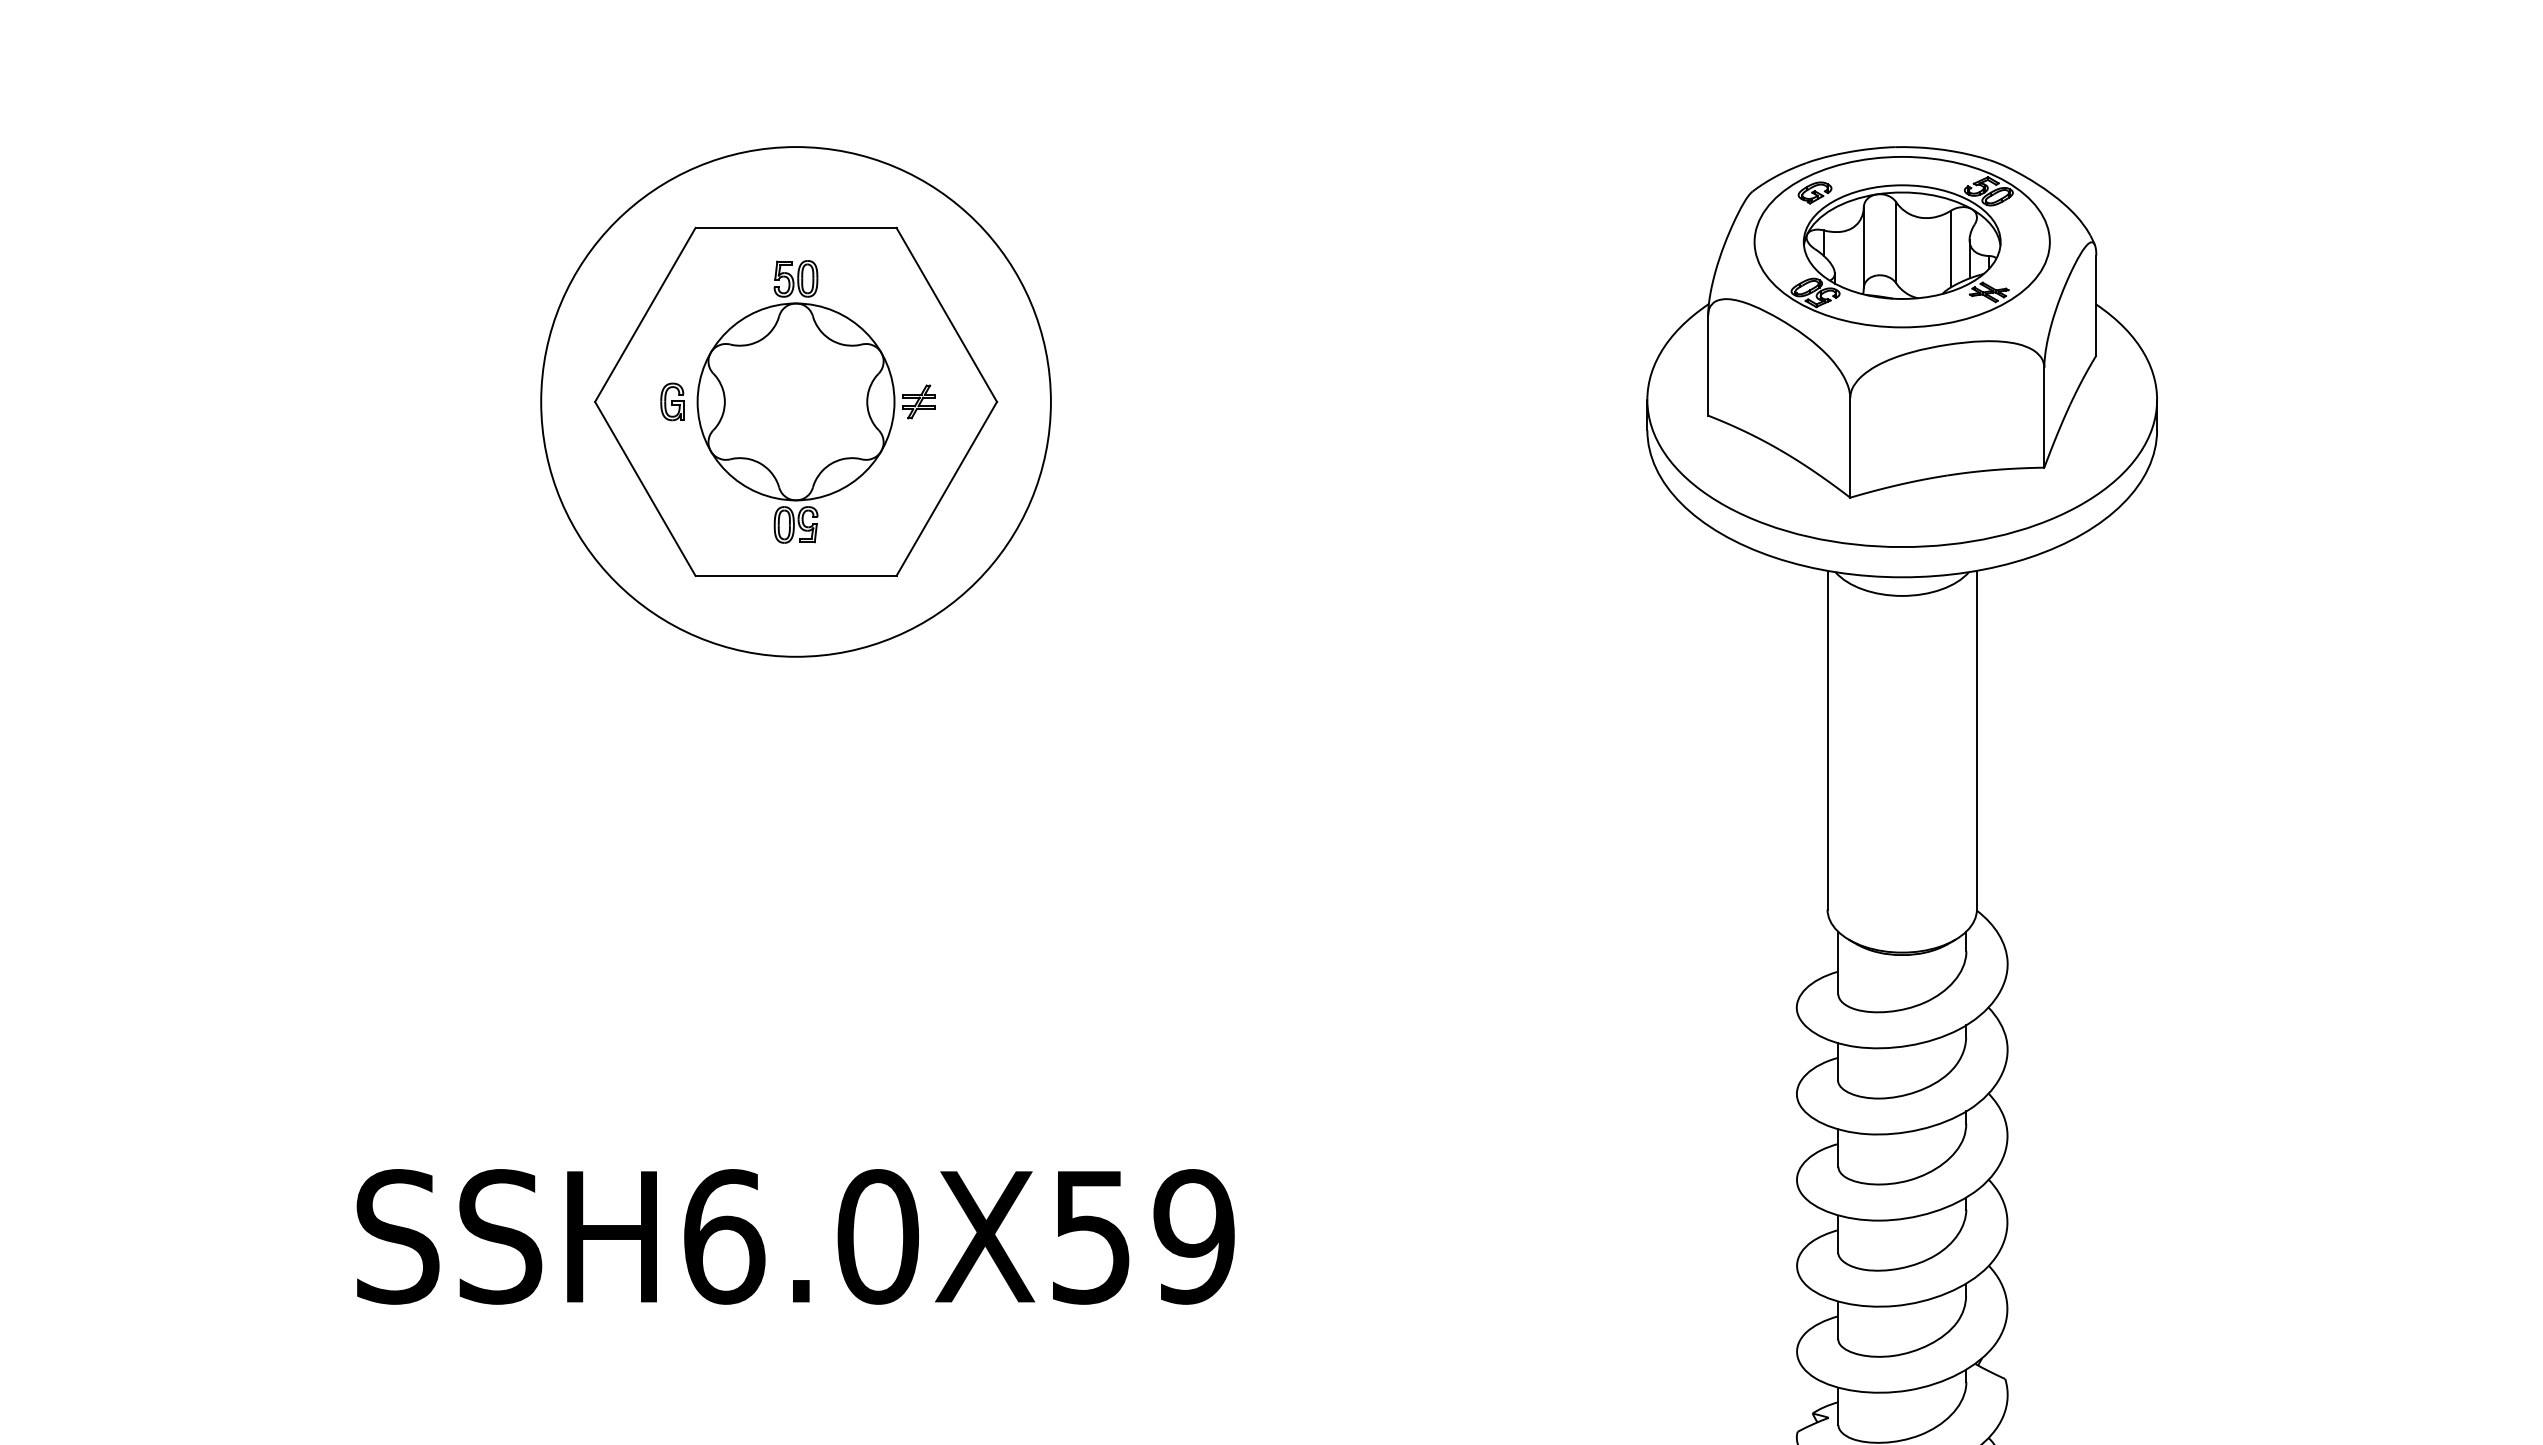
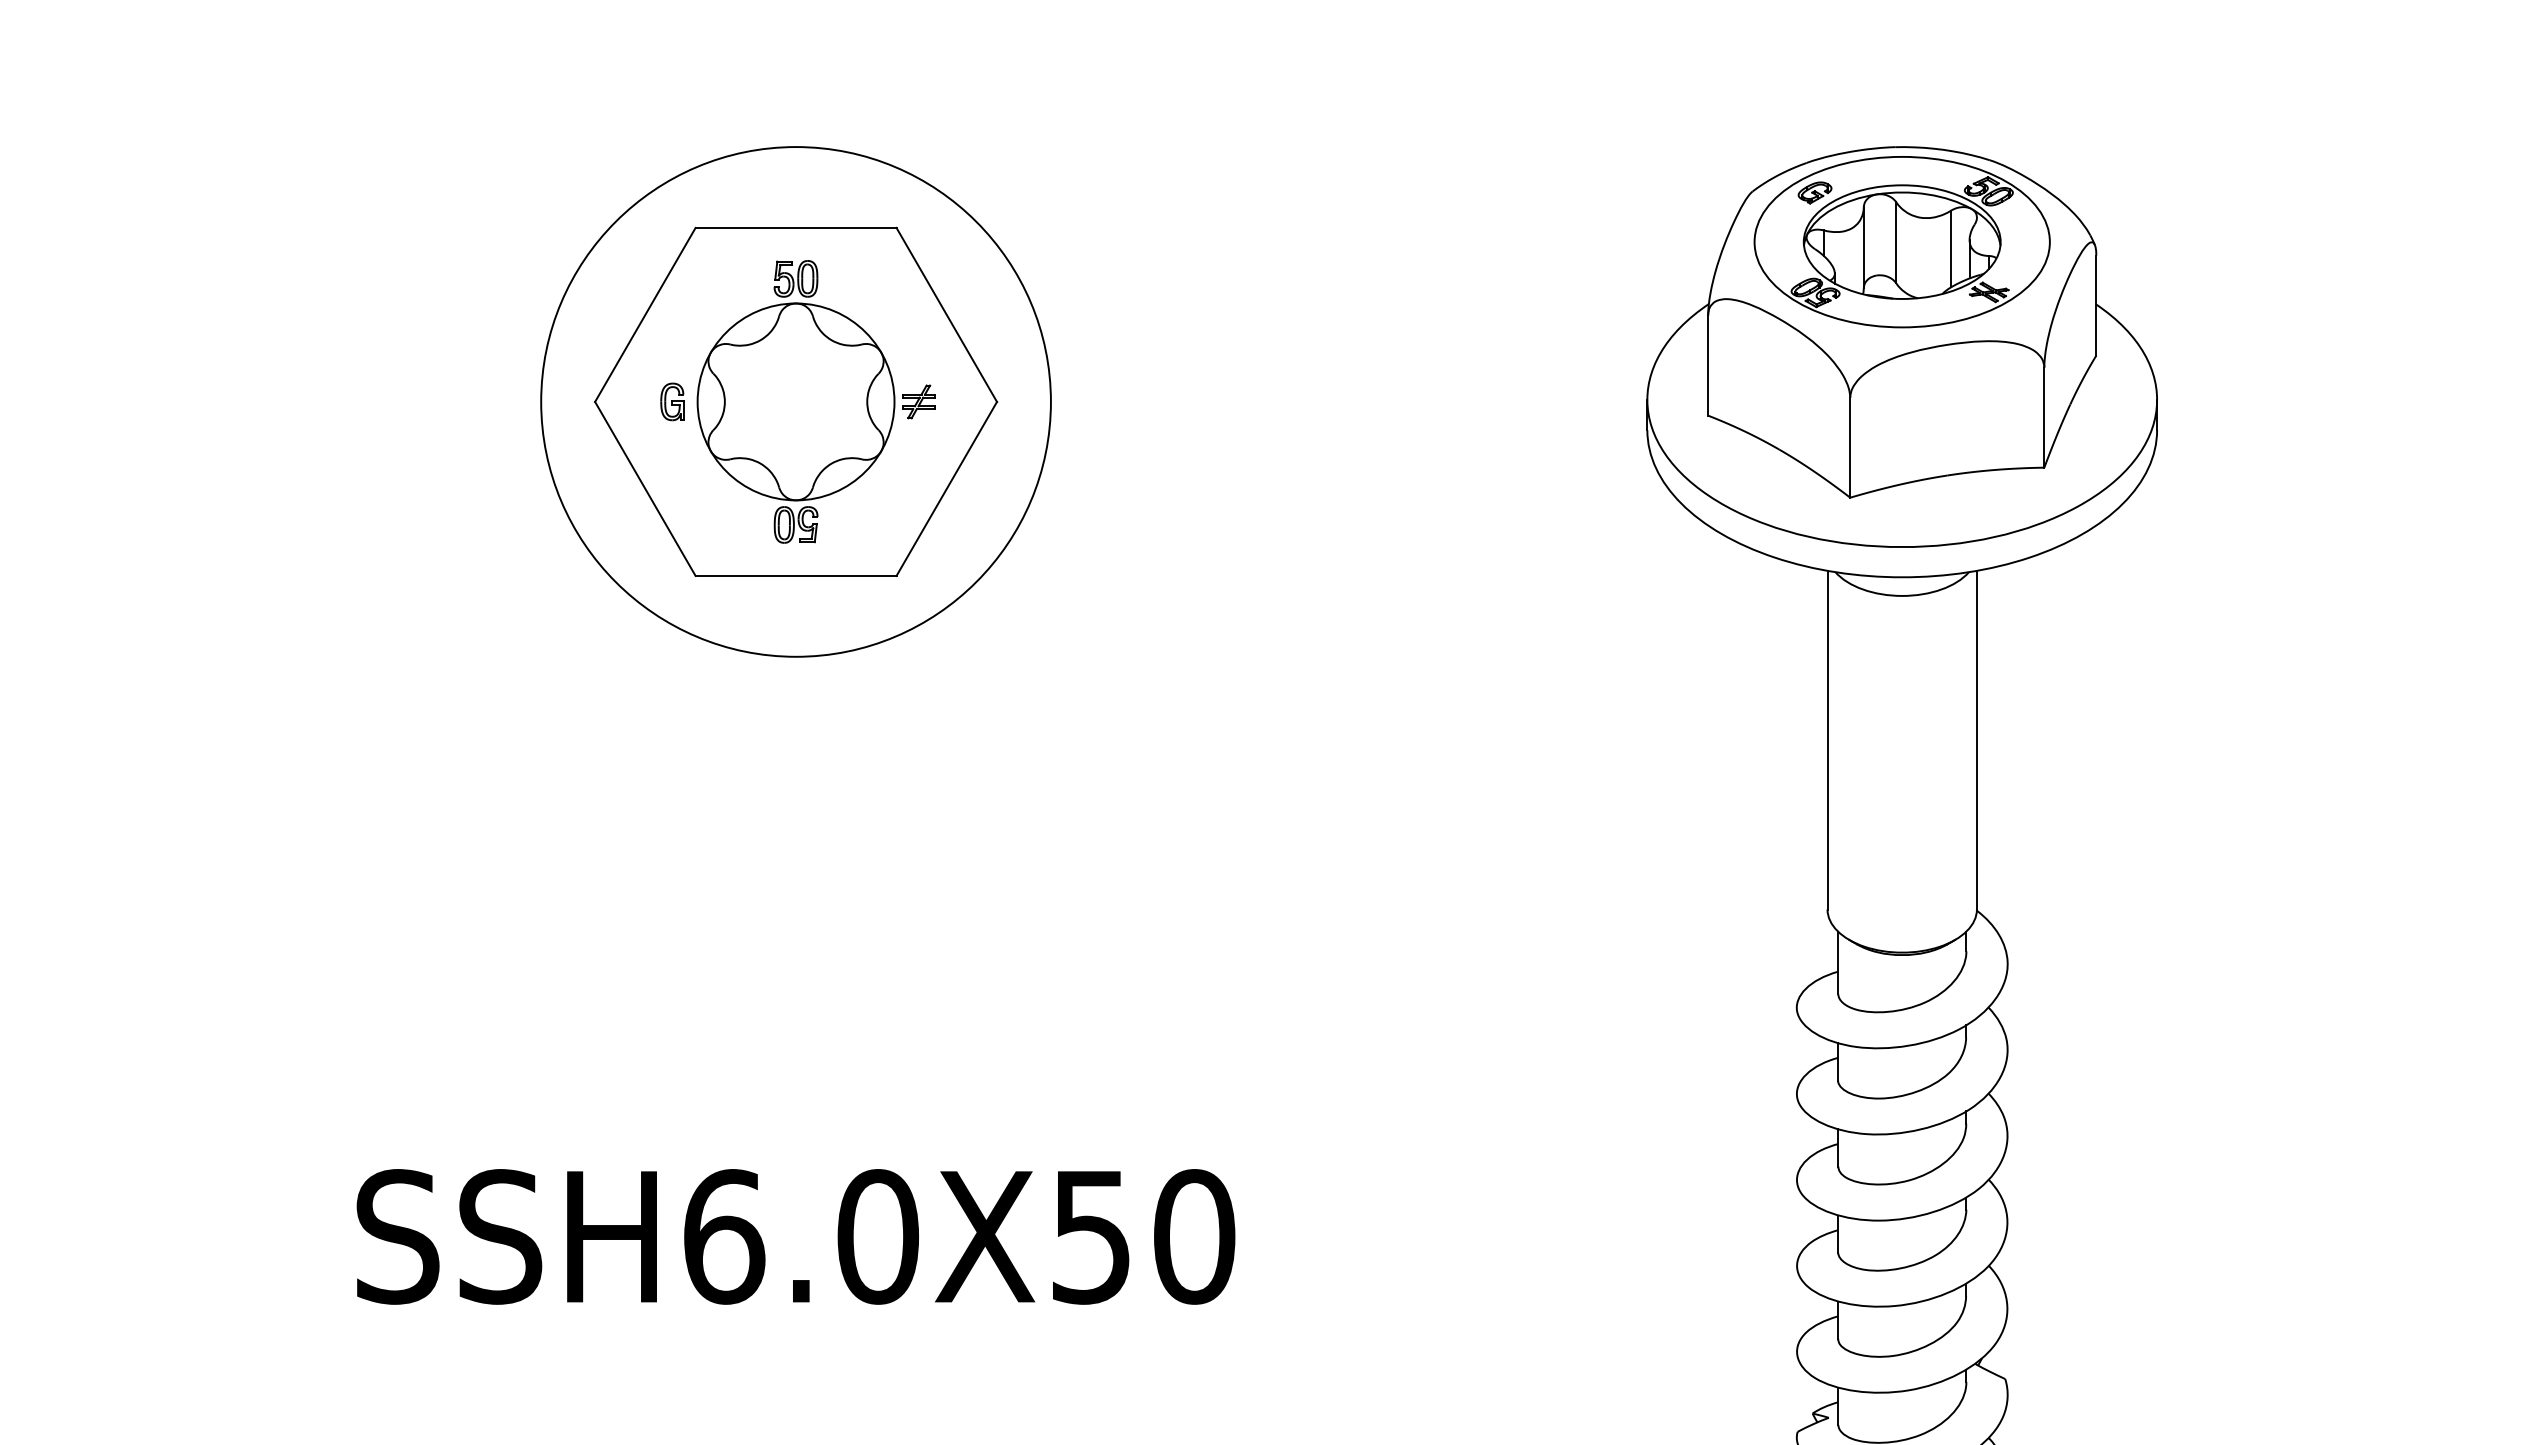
text at (1194, 1236): SSH6.0X59 -> SSH6.0X50
